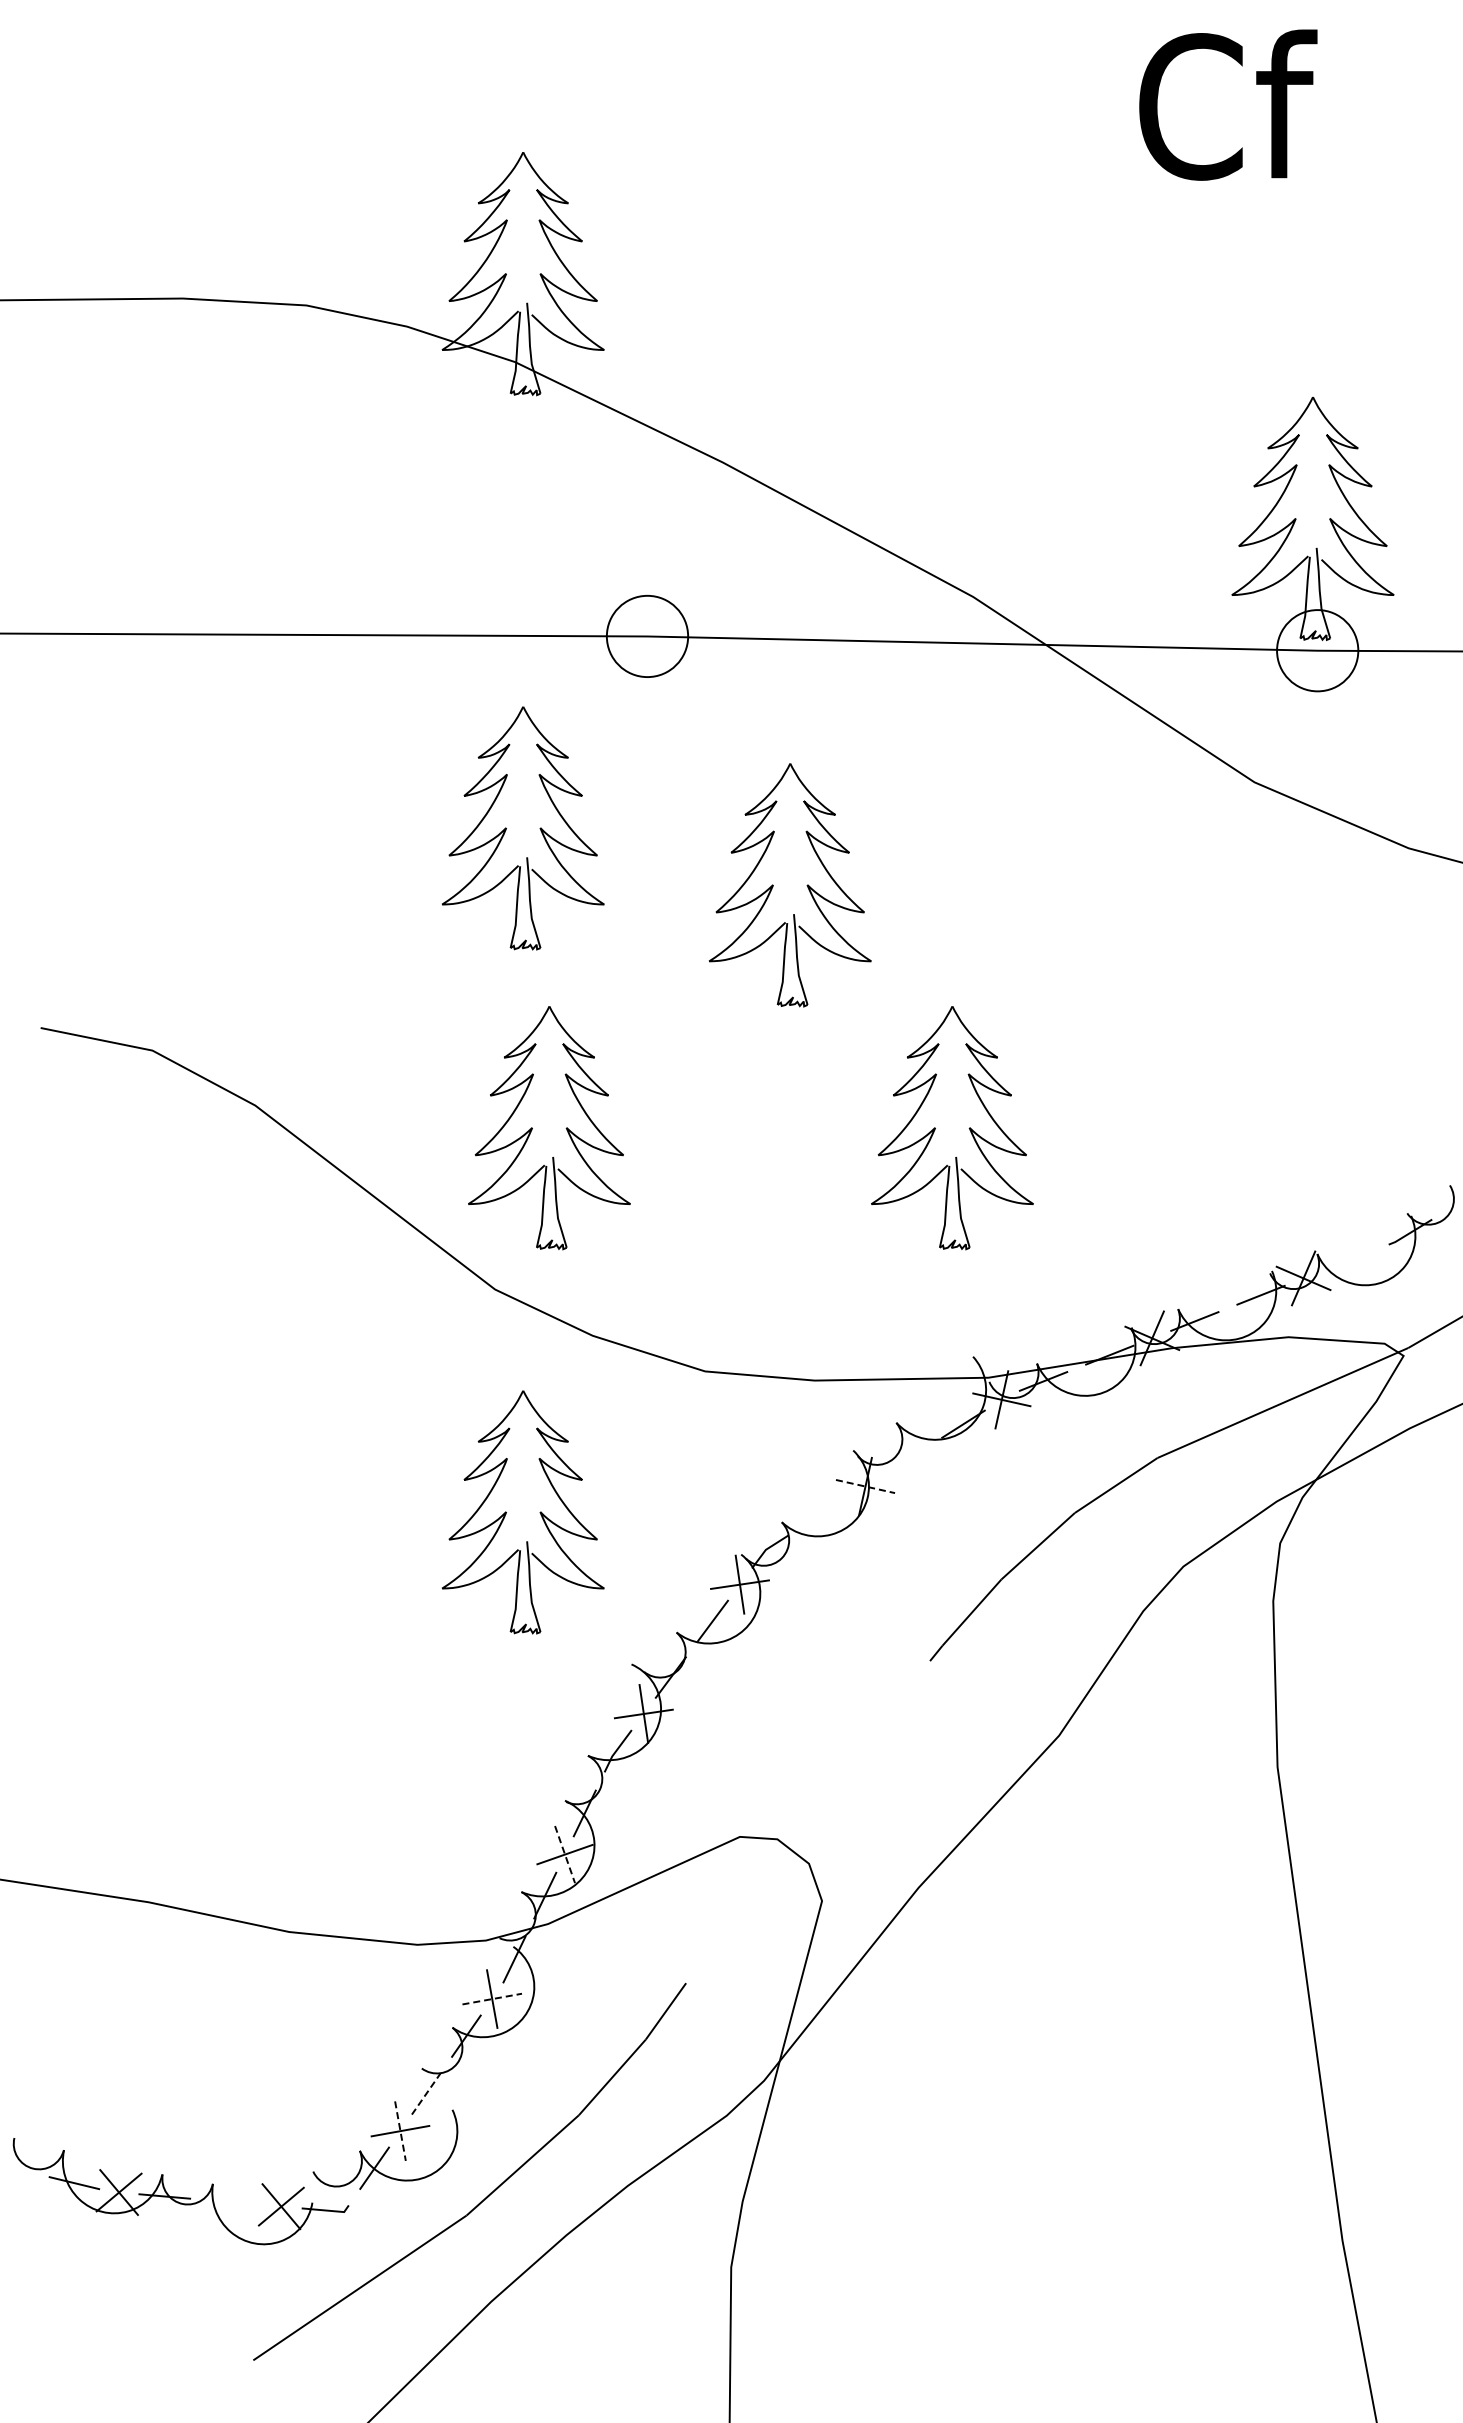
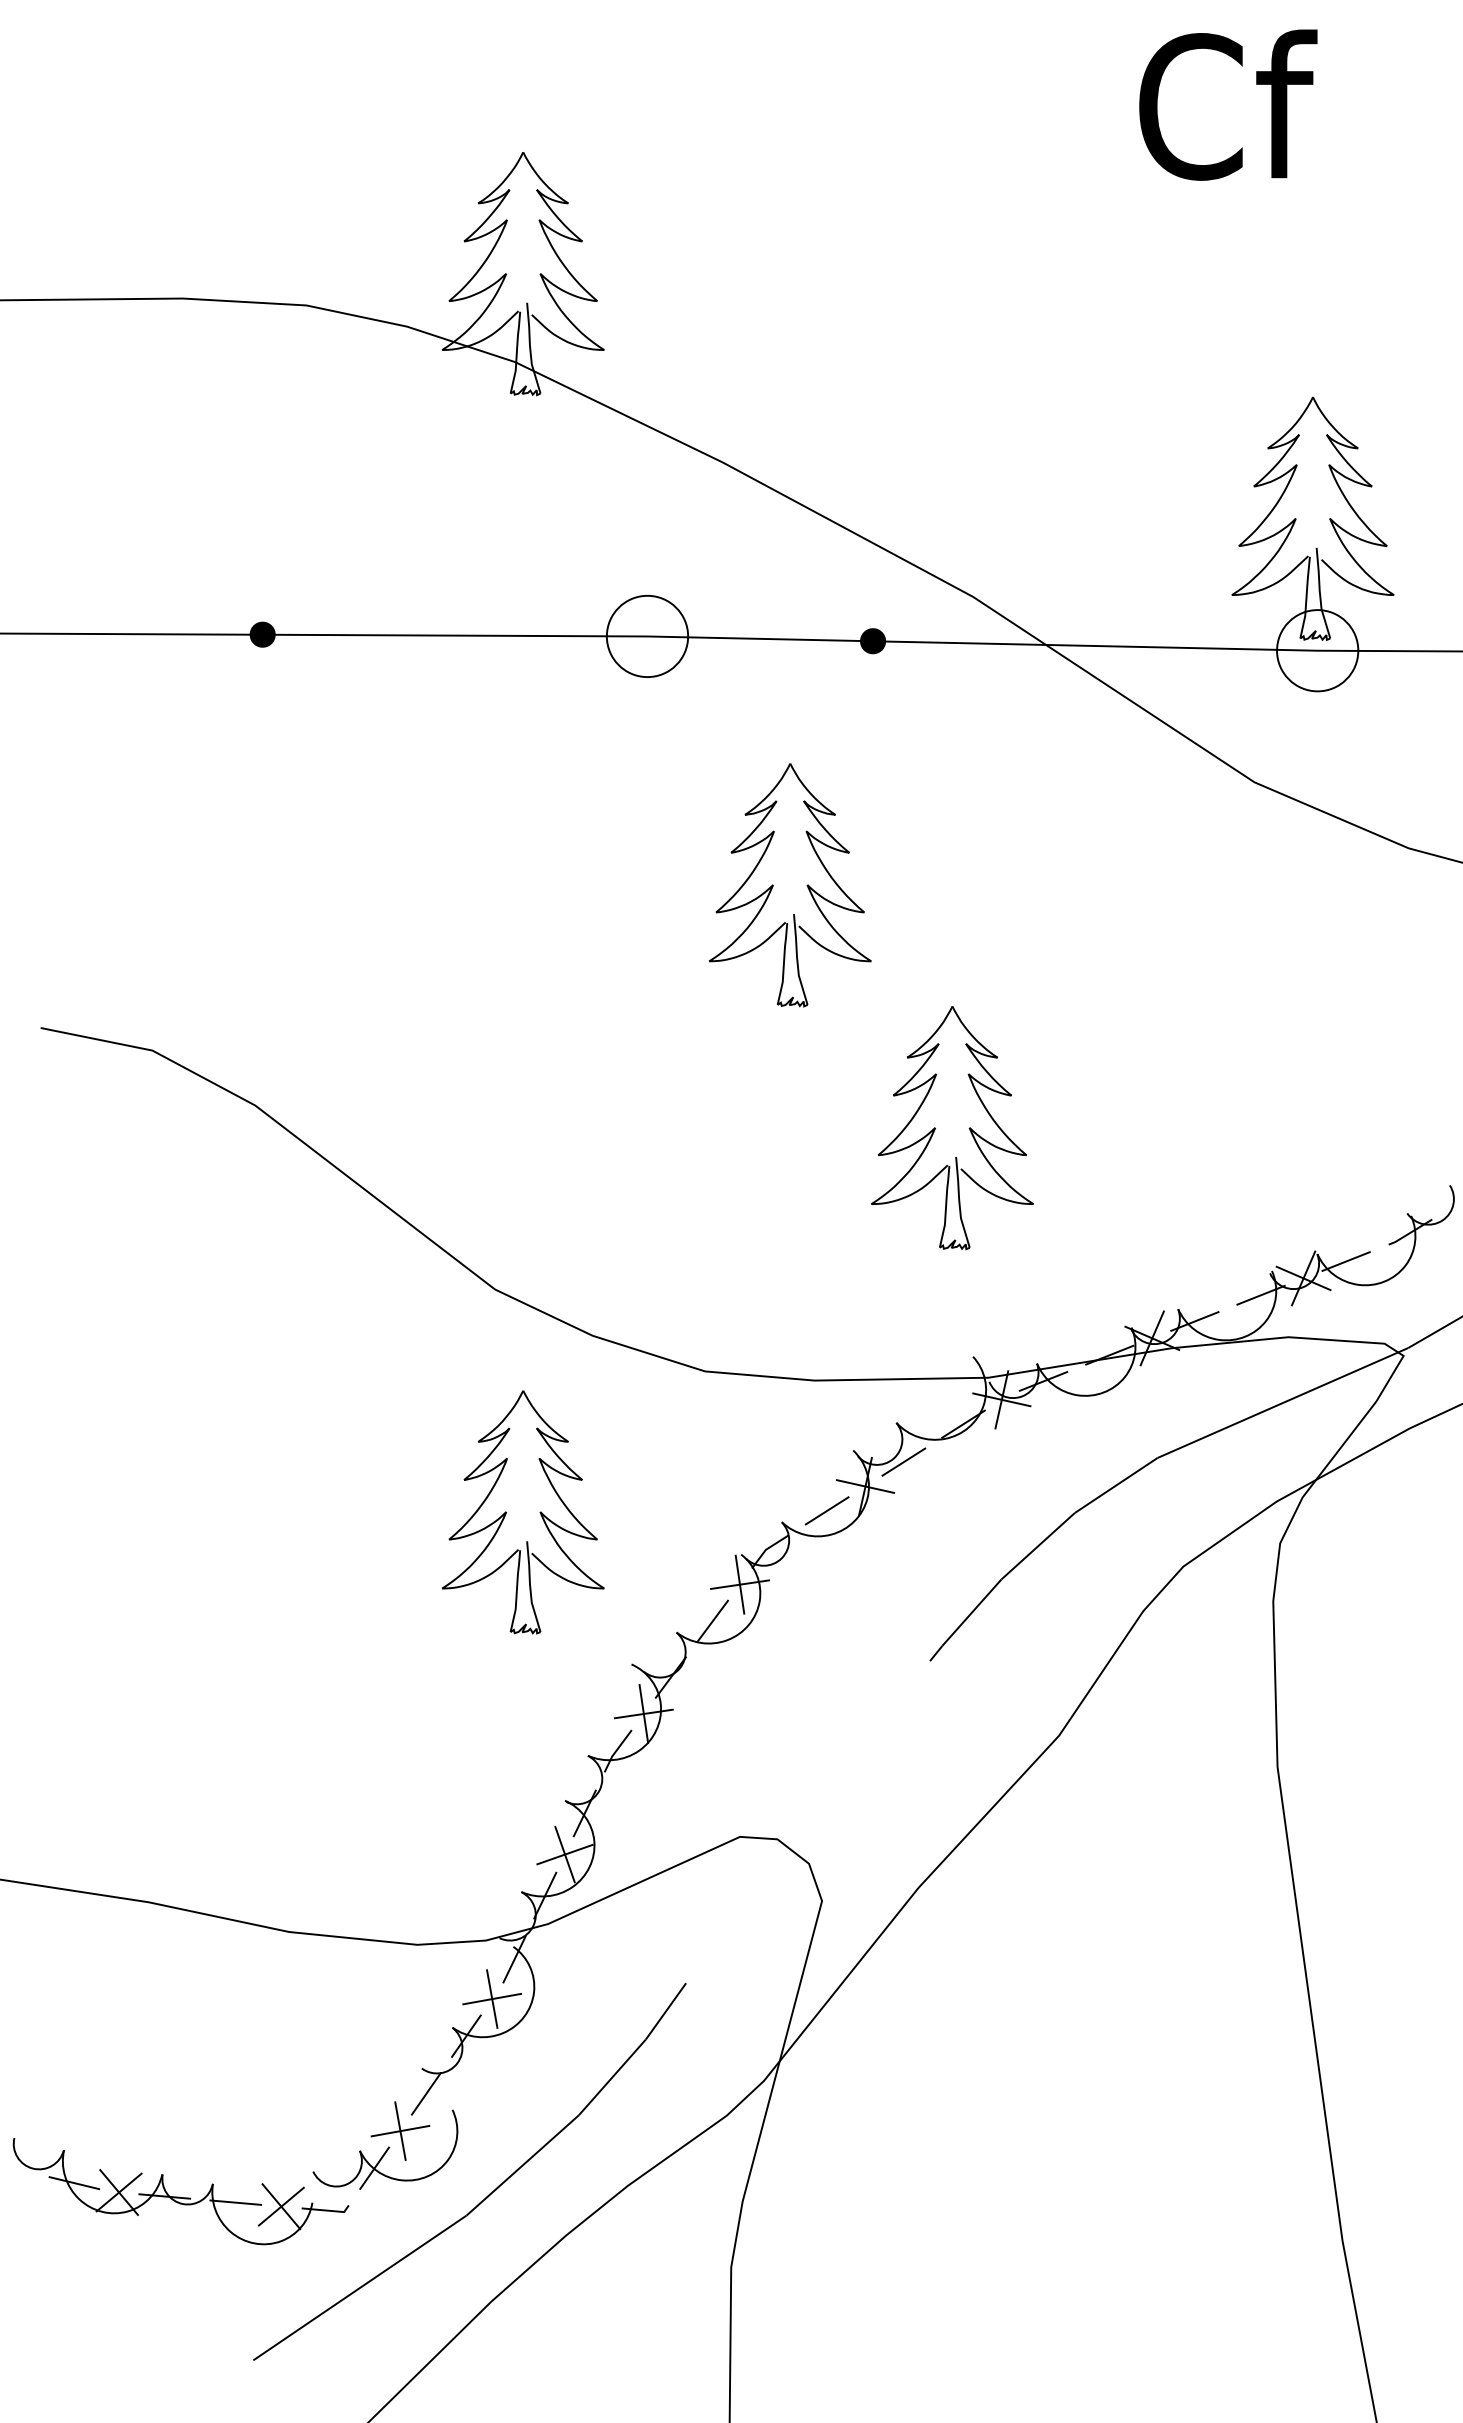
fill at (262, 634): none -> present
fill at (873, 641): none -> present
part at (539, 828): present -> none
part at (565, 1128): present -> none
line at (1345, 1261): none -> present
line at (903, 1461): none -> present
line at (866, 1486): dashed -> solid
line at (826, 1510): none -> present
line at (565, 1855): dashed -> solid
line at (492, 1999): dashed -> solid
line at (426, 2093): dashed -> solid
line at (400, 2131): dashed -> solid
line at (235, 2202): none -> present
